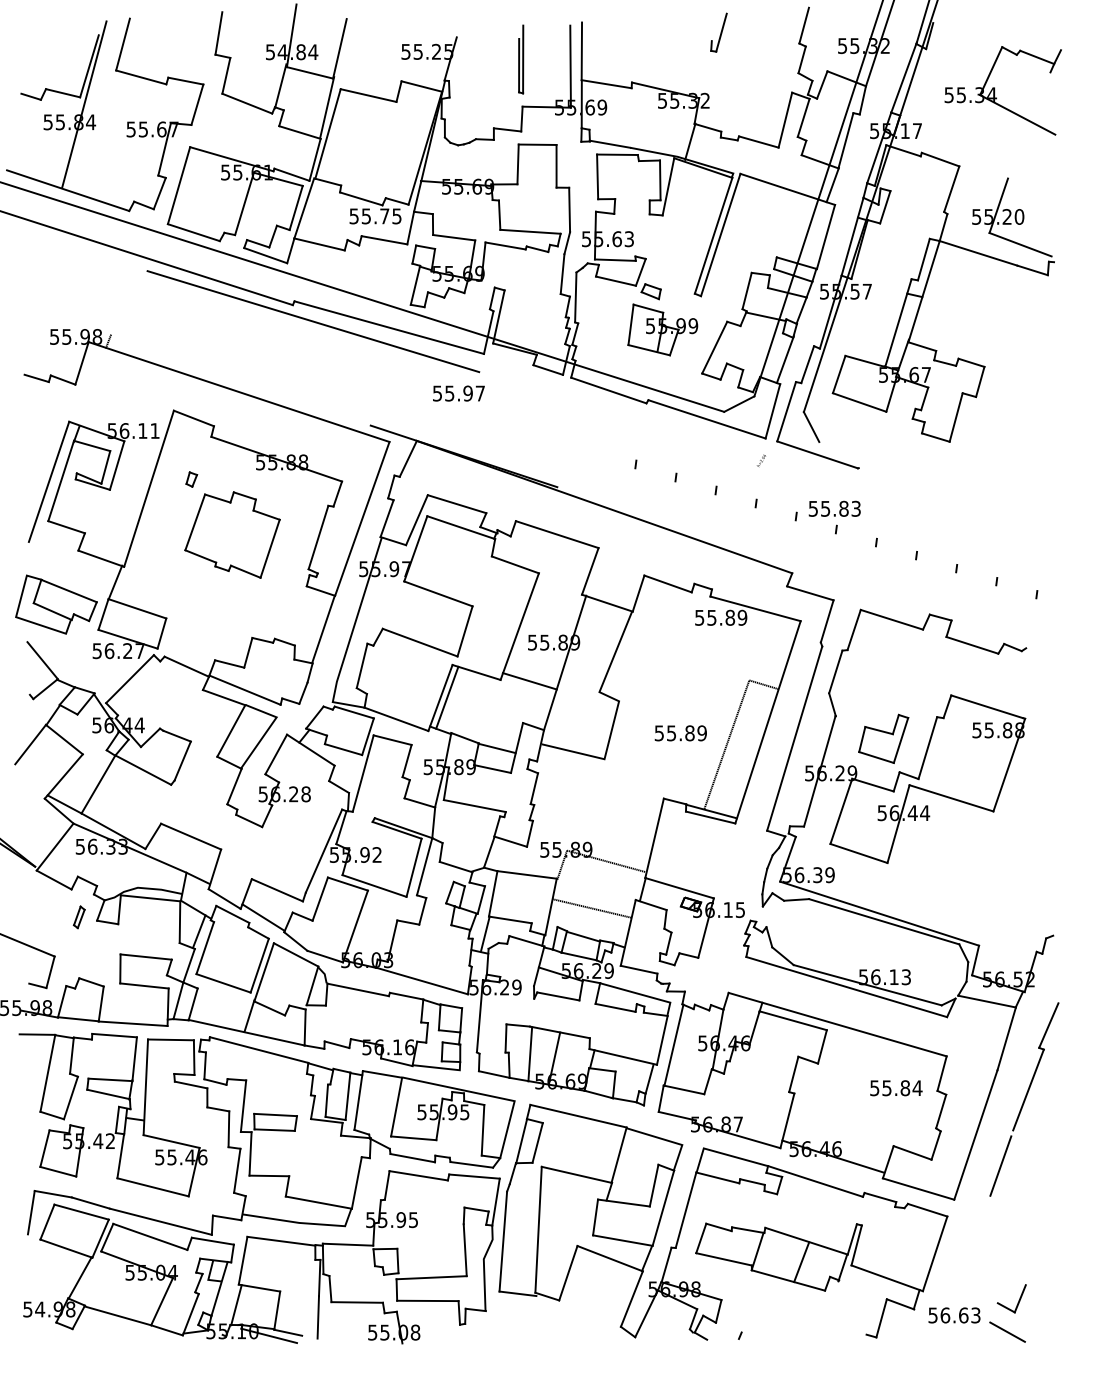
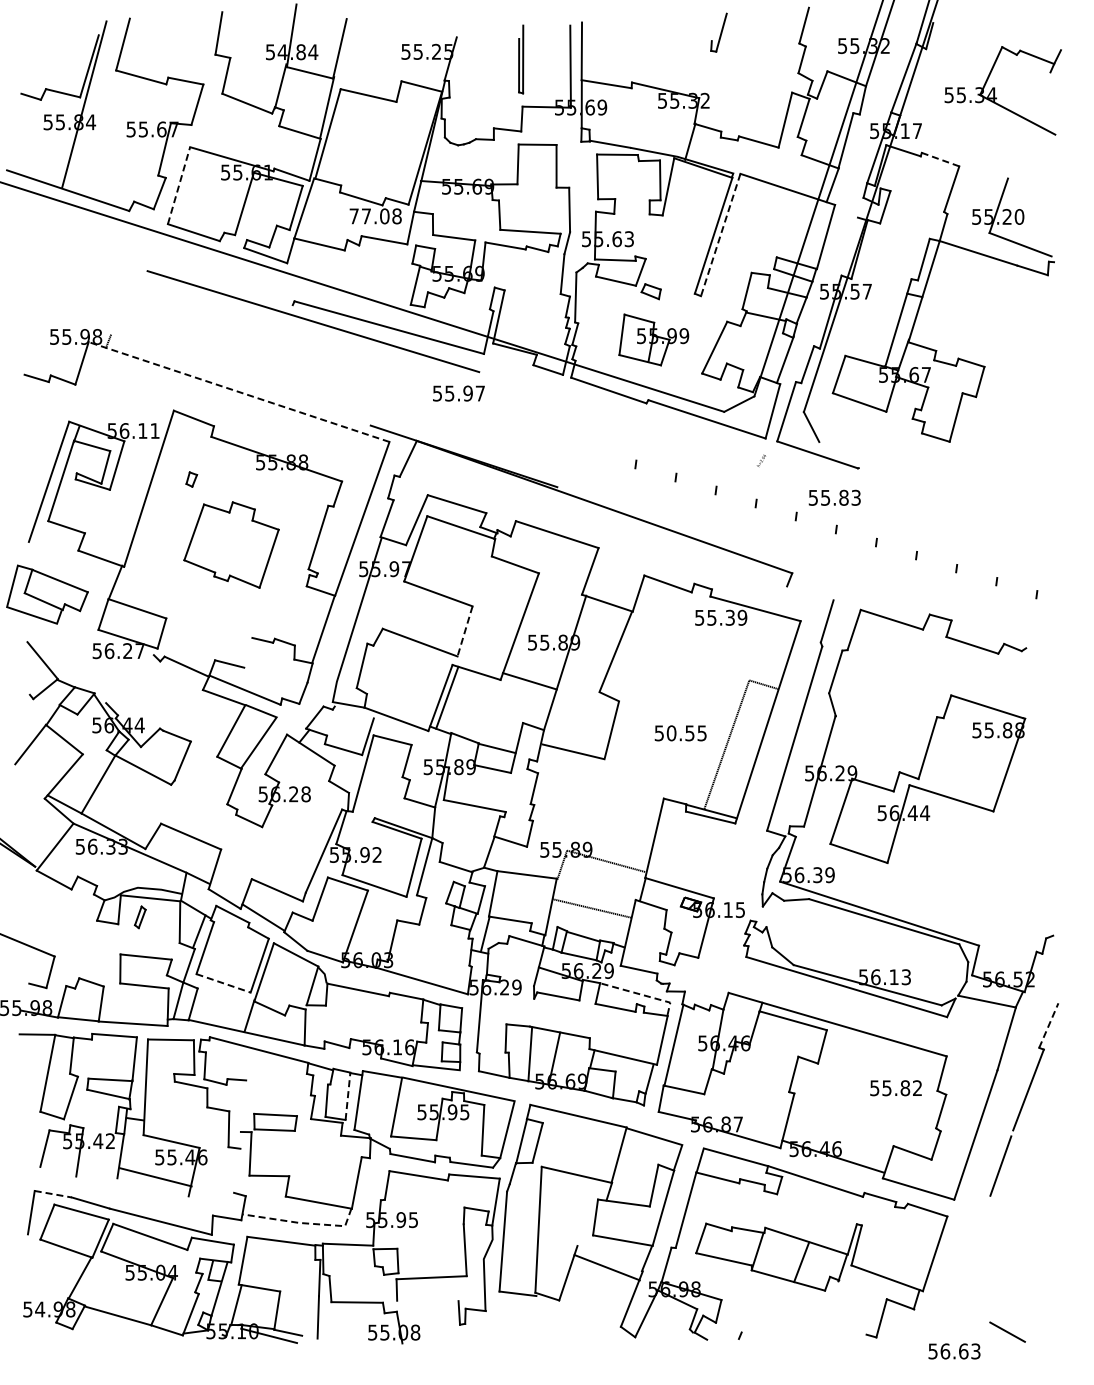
line at (940, 159): solid -> dashed
line at (179, 185): solid -> dashed
text at (375, 216): 55.75 -> 77.08
line at (720, 235): solid -> dashed
line at (852, 236): present -> none
line at (147, 258): present -> none
part at (662, 329) position: (662, 329) -> (653, 339)
line at (238, 391): solid -> dashed
text at (834, 508) position: (834, 508) -> (834, 497)
part at (232, 534) position: (232, 534) -> (231, 544)
line at (810, 593): present -> none
part at (56, 604) position: (56, 604) -> (47, 594)
text at (730, 617): 55.89 -> 55.39
line at (464, 631): solid -> dashed
line at (248, 652): present -> none
line at (129, 679): present -> none
line at (353, 712): present -> none
text at (686, 733): 55.89 -> 50.55
part at (883, 738): present -> none
part at (78, 917) position: (78, 917) -> (139, 917)
line at (223, 983): solid -> dashed
line at (641, 994): solid -> dashed
line at (1049, 1025): solid -> dashed
text at (917, 1087): 55.84 -> 55.82
line at (348, 1096): solid -> dashed
line at (243, 1105): present -> none
line at (237, 1170): present -> none
line at (58, 1171): present -> none
line at (152, 1187) position: (152, 1187) -> (155, 1177)
line at (53, 1194): solid -> dashed
line at (303, 1223): solid -> dashed
line at (609, 1258) position: (609, 1258) -> (606, 1267)
line at (427, 1300): present -> none
part at (1017, 1302): present -> none
text at (954, 1315) position: (954, 1315) -> (954, 1351)
